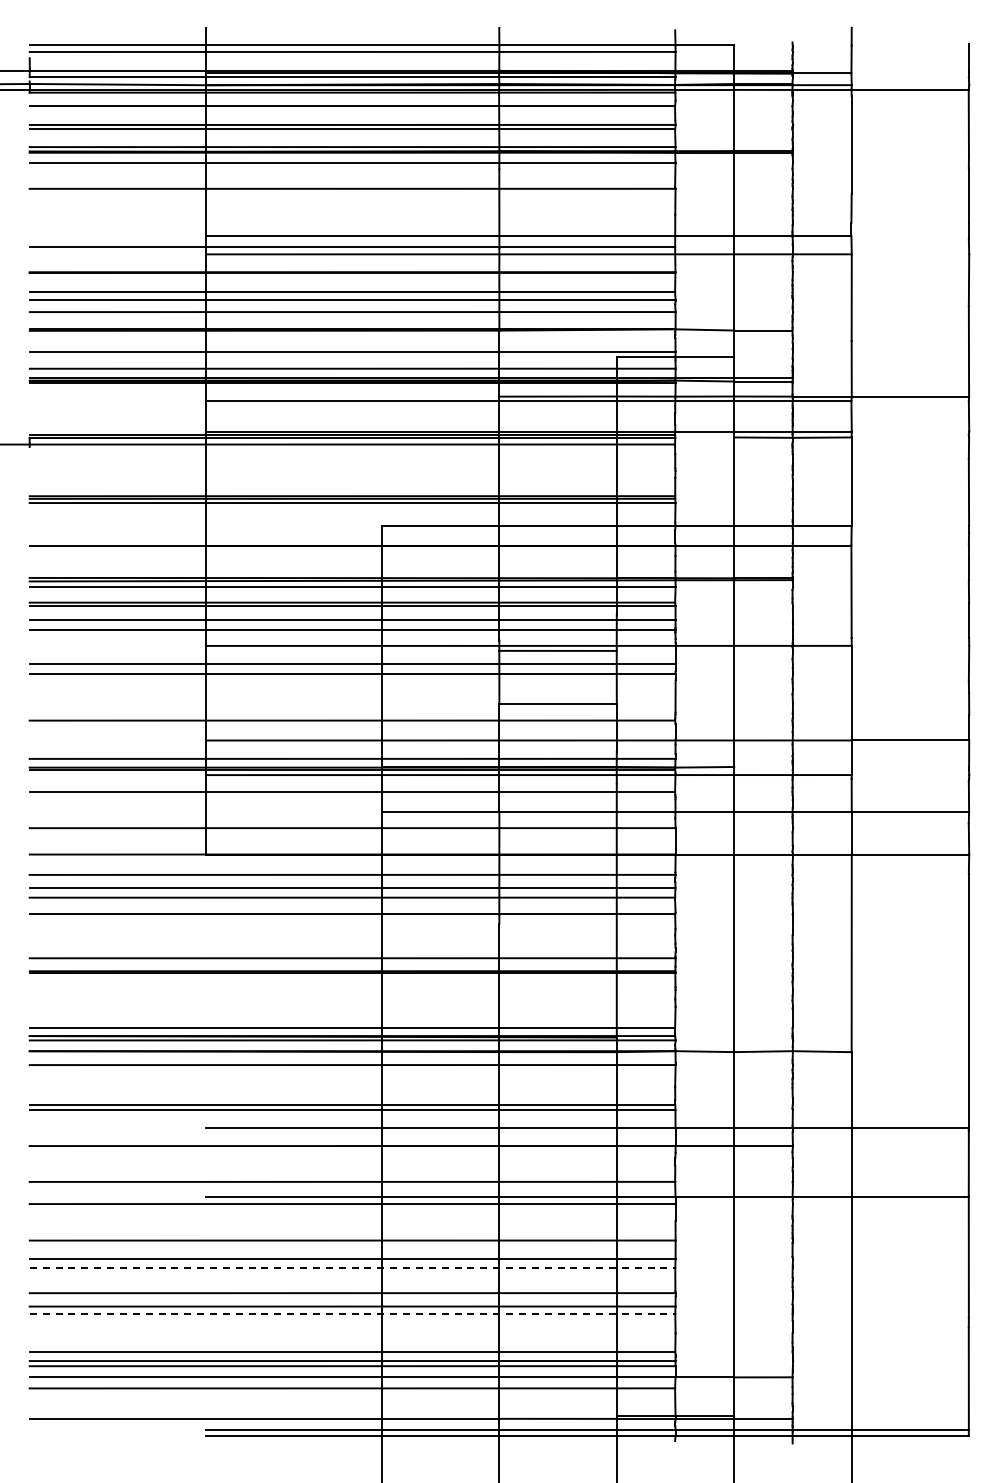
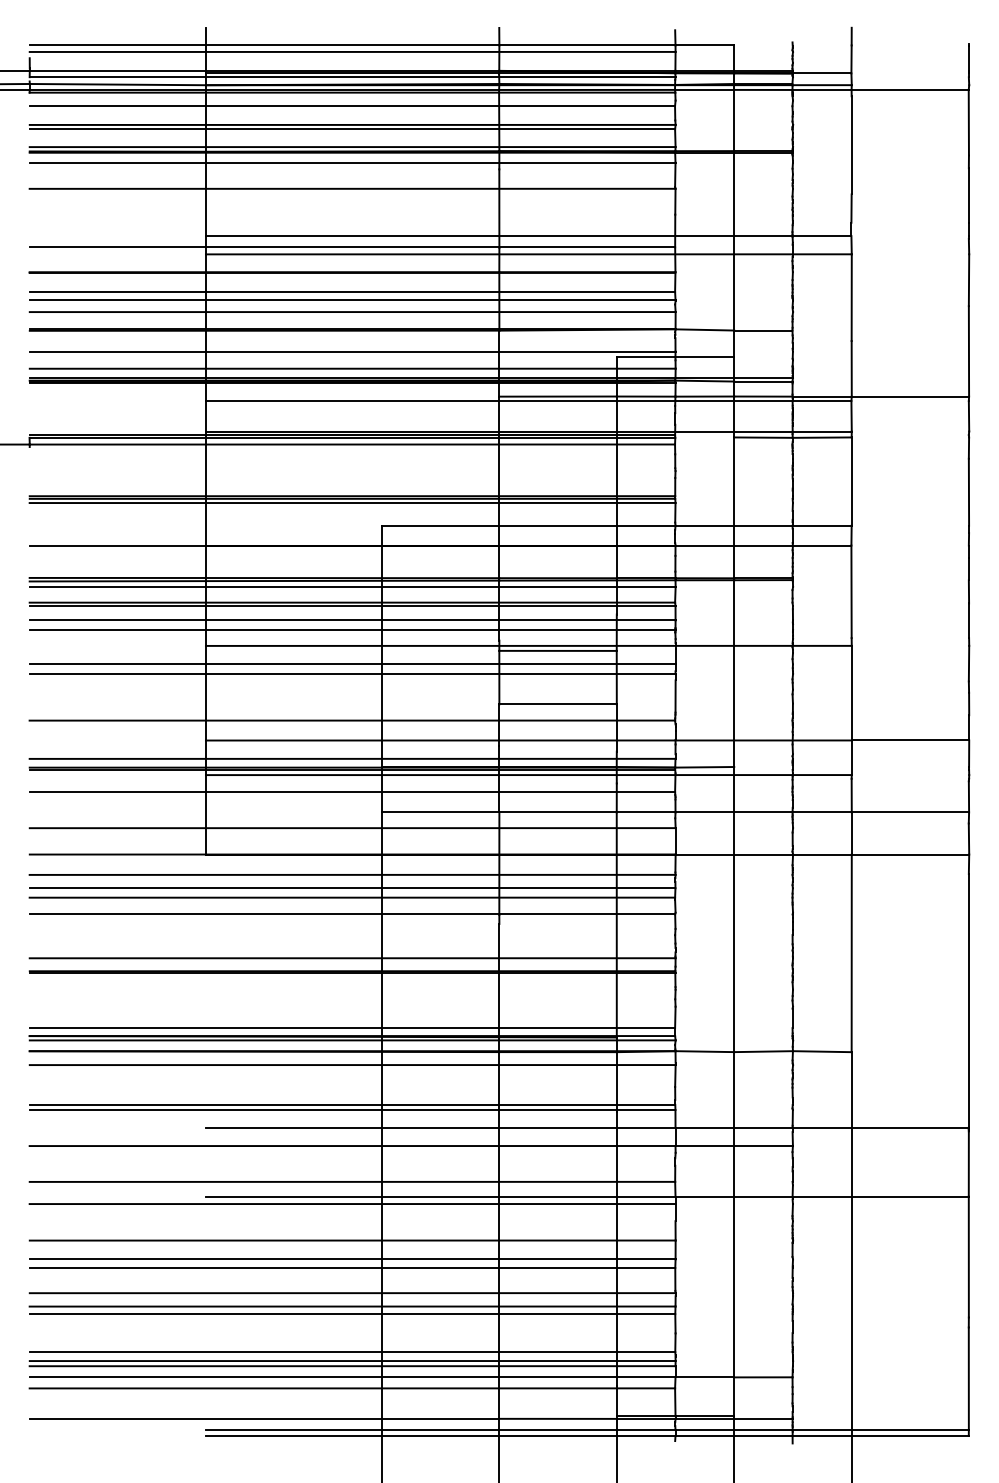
line at (352, 1267): dashed -> solid
line at (352, 1314): dashed -> solid
